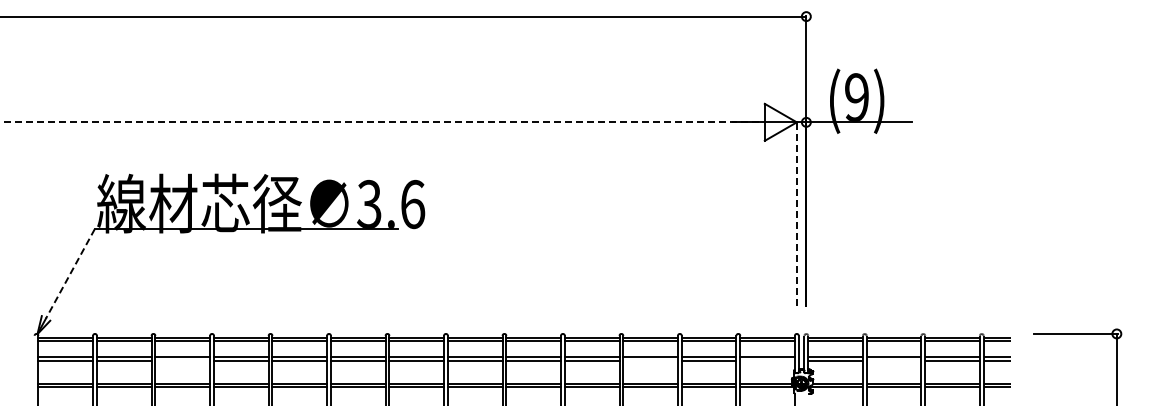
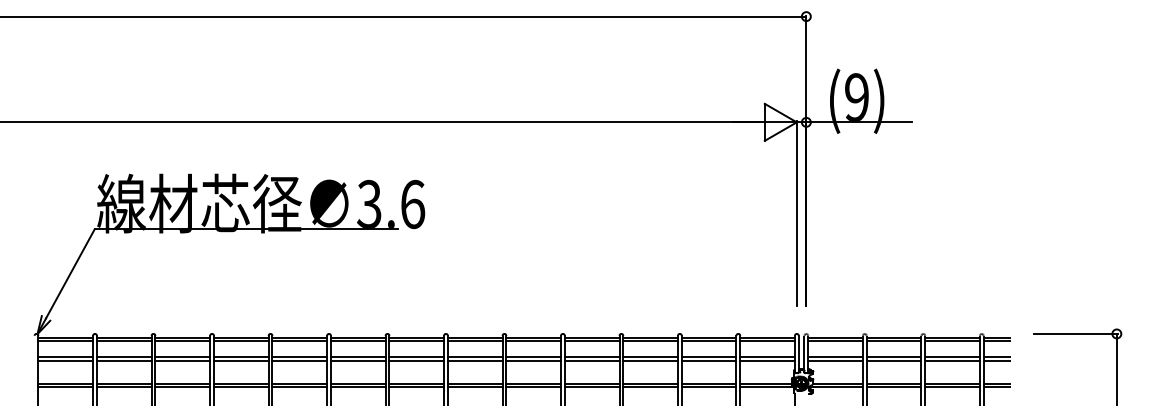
line at (379, 122): dashed -> solid
line at (796, 213): dashed -> solid
line at (70, 273): dashed -> solid
line at (182, 360): none -> present
line at (650, 360): none -> present
line at (767, 360): none -> present
line at (893, 360): none -> present
